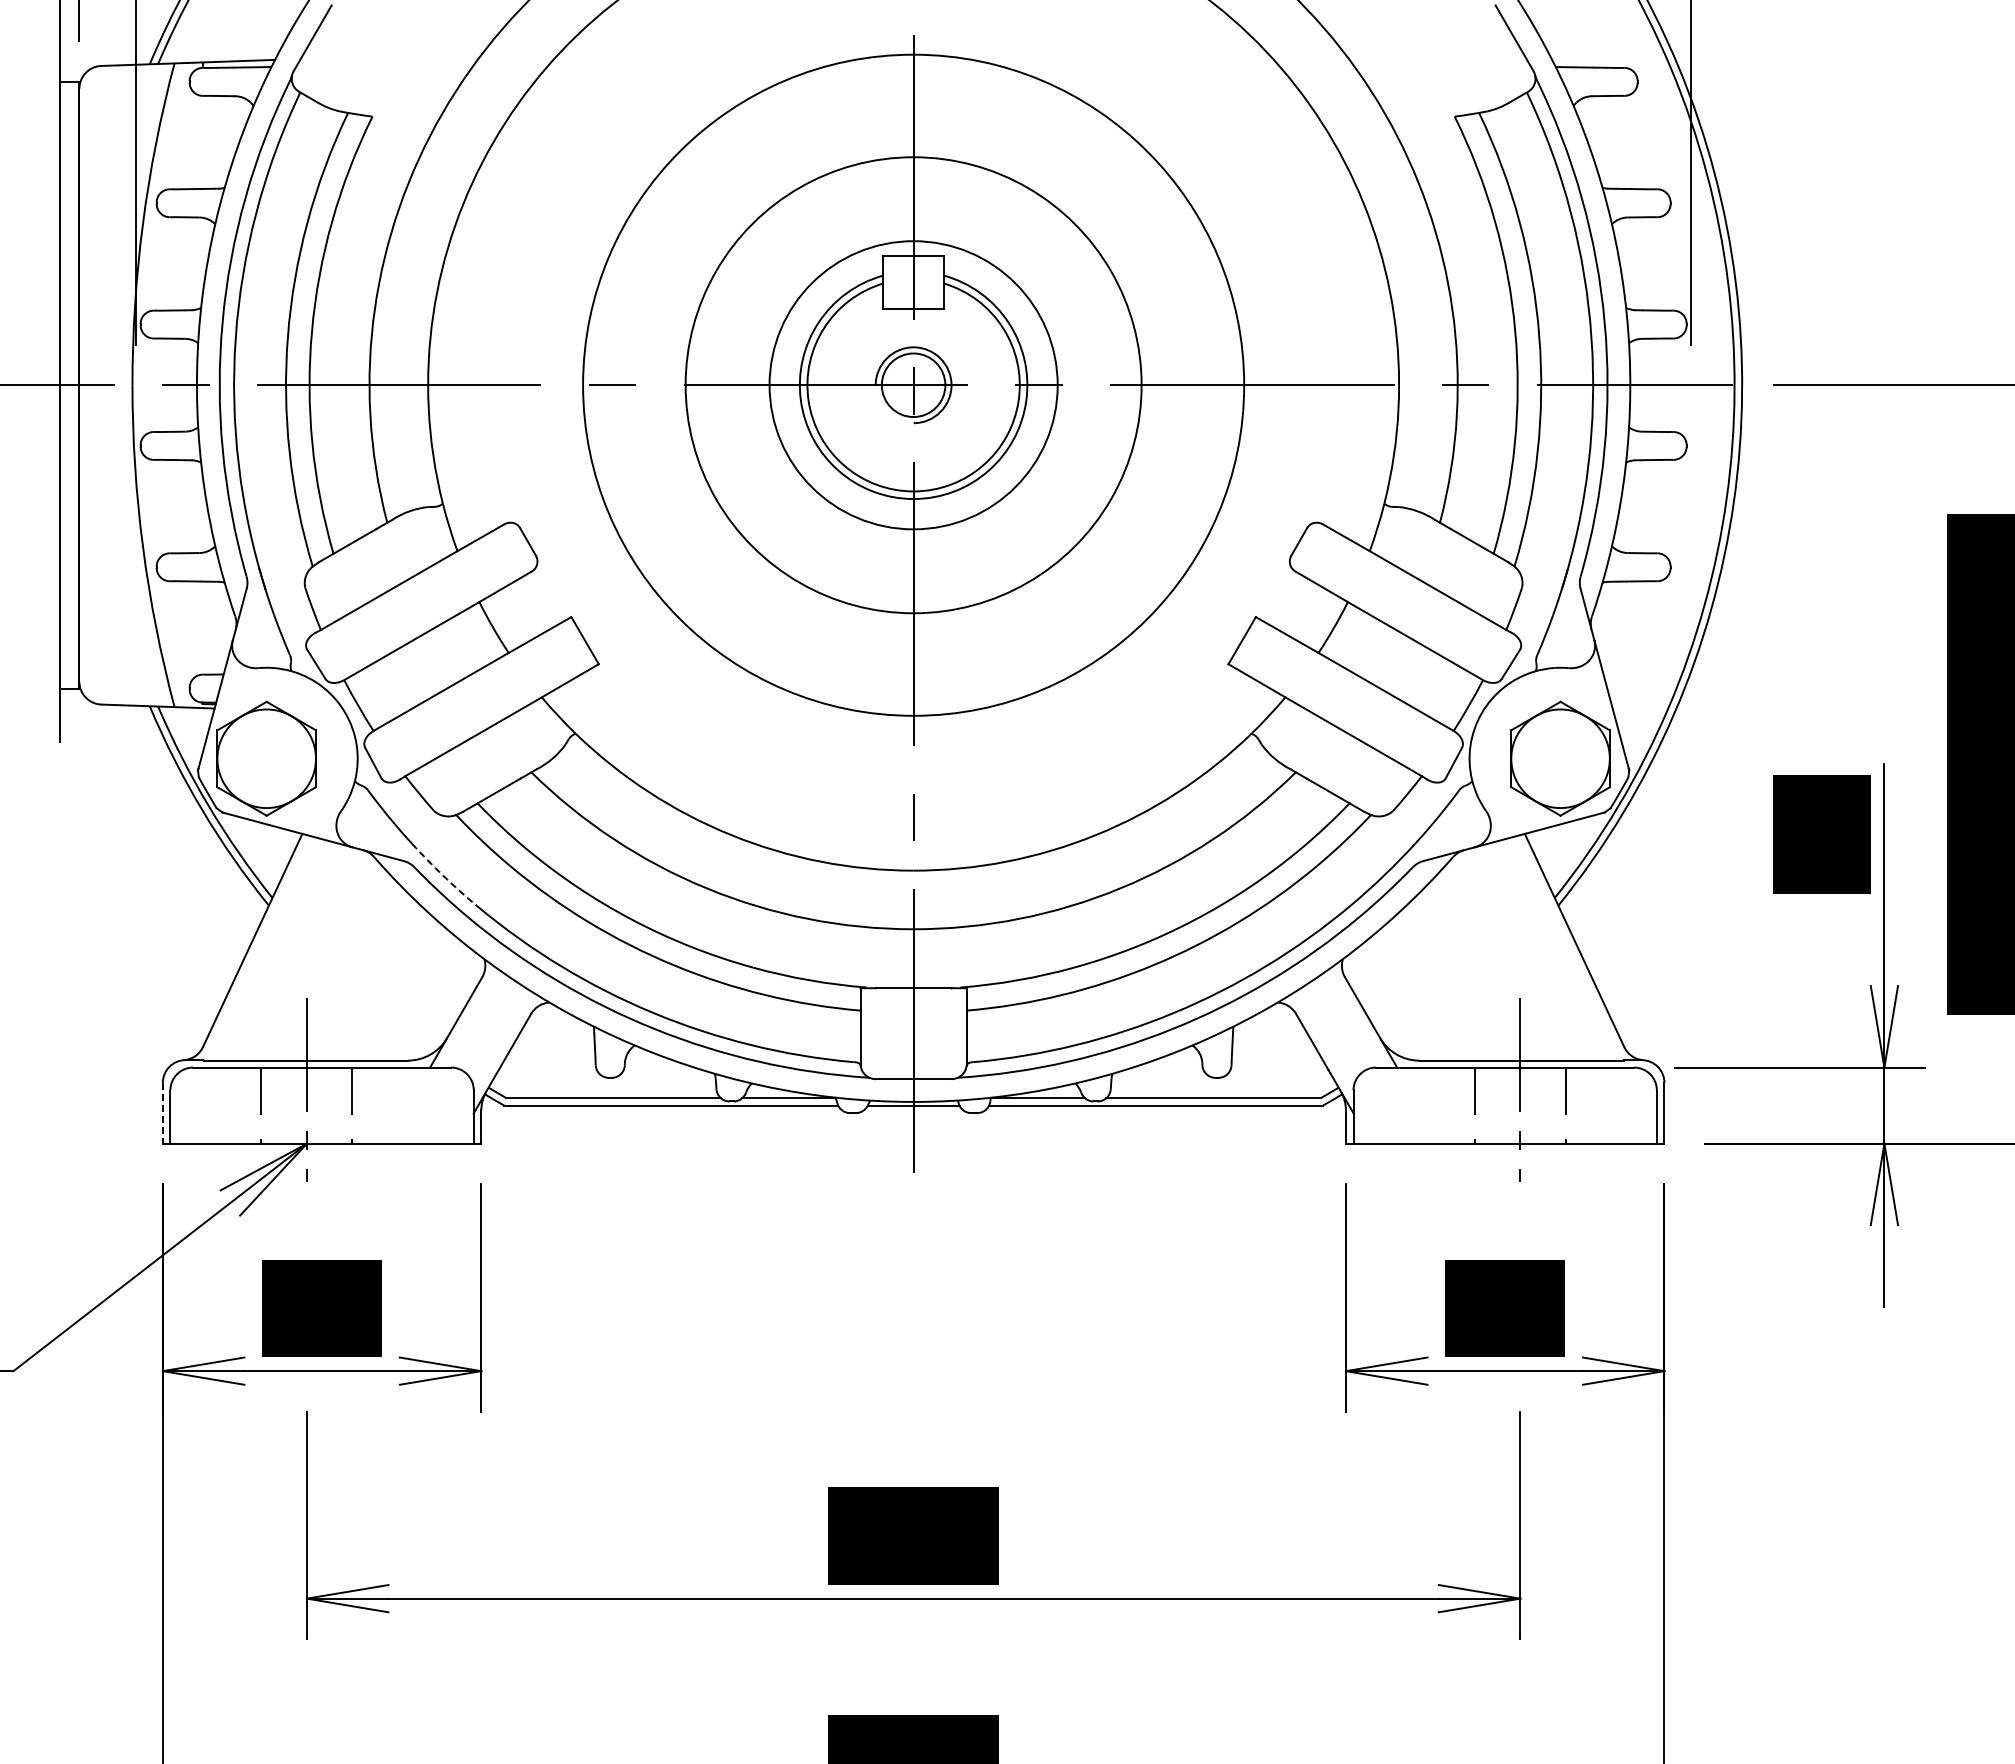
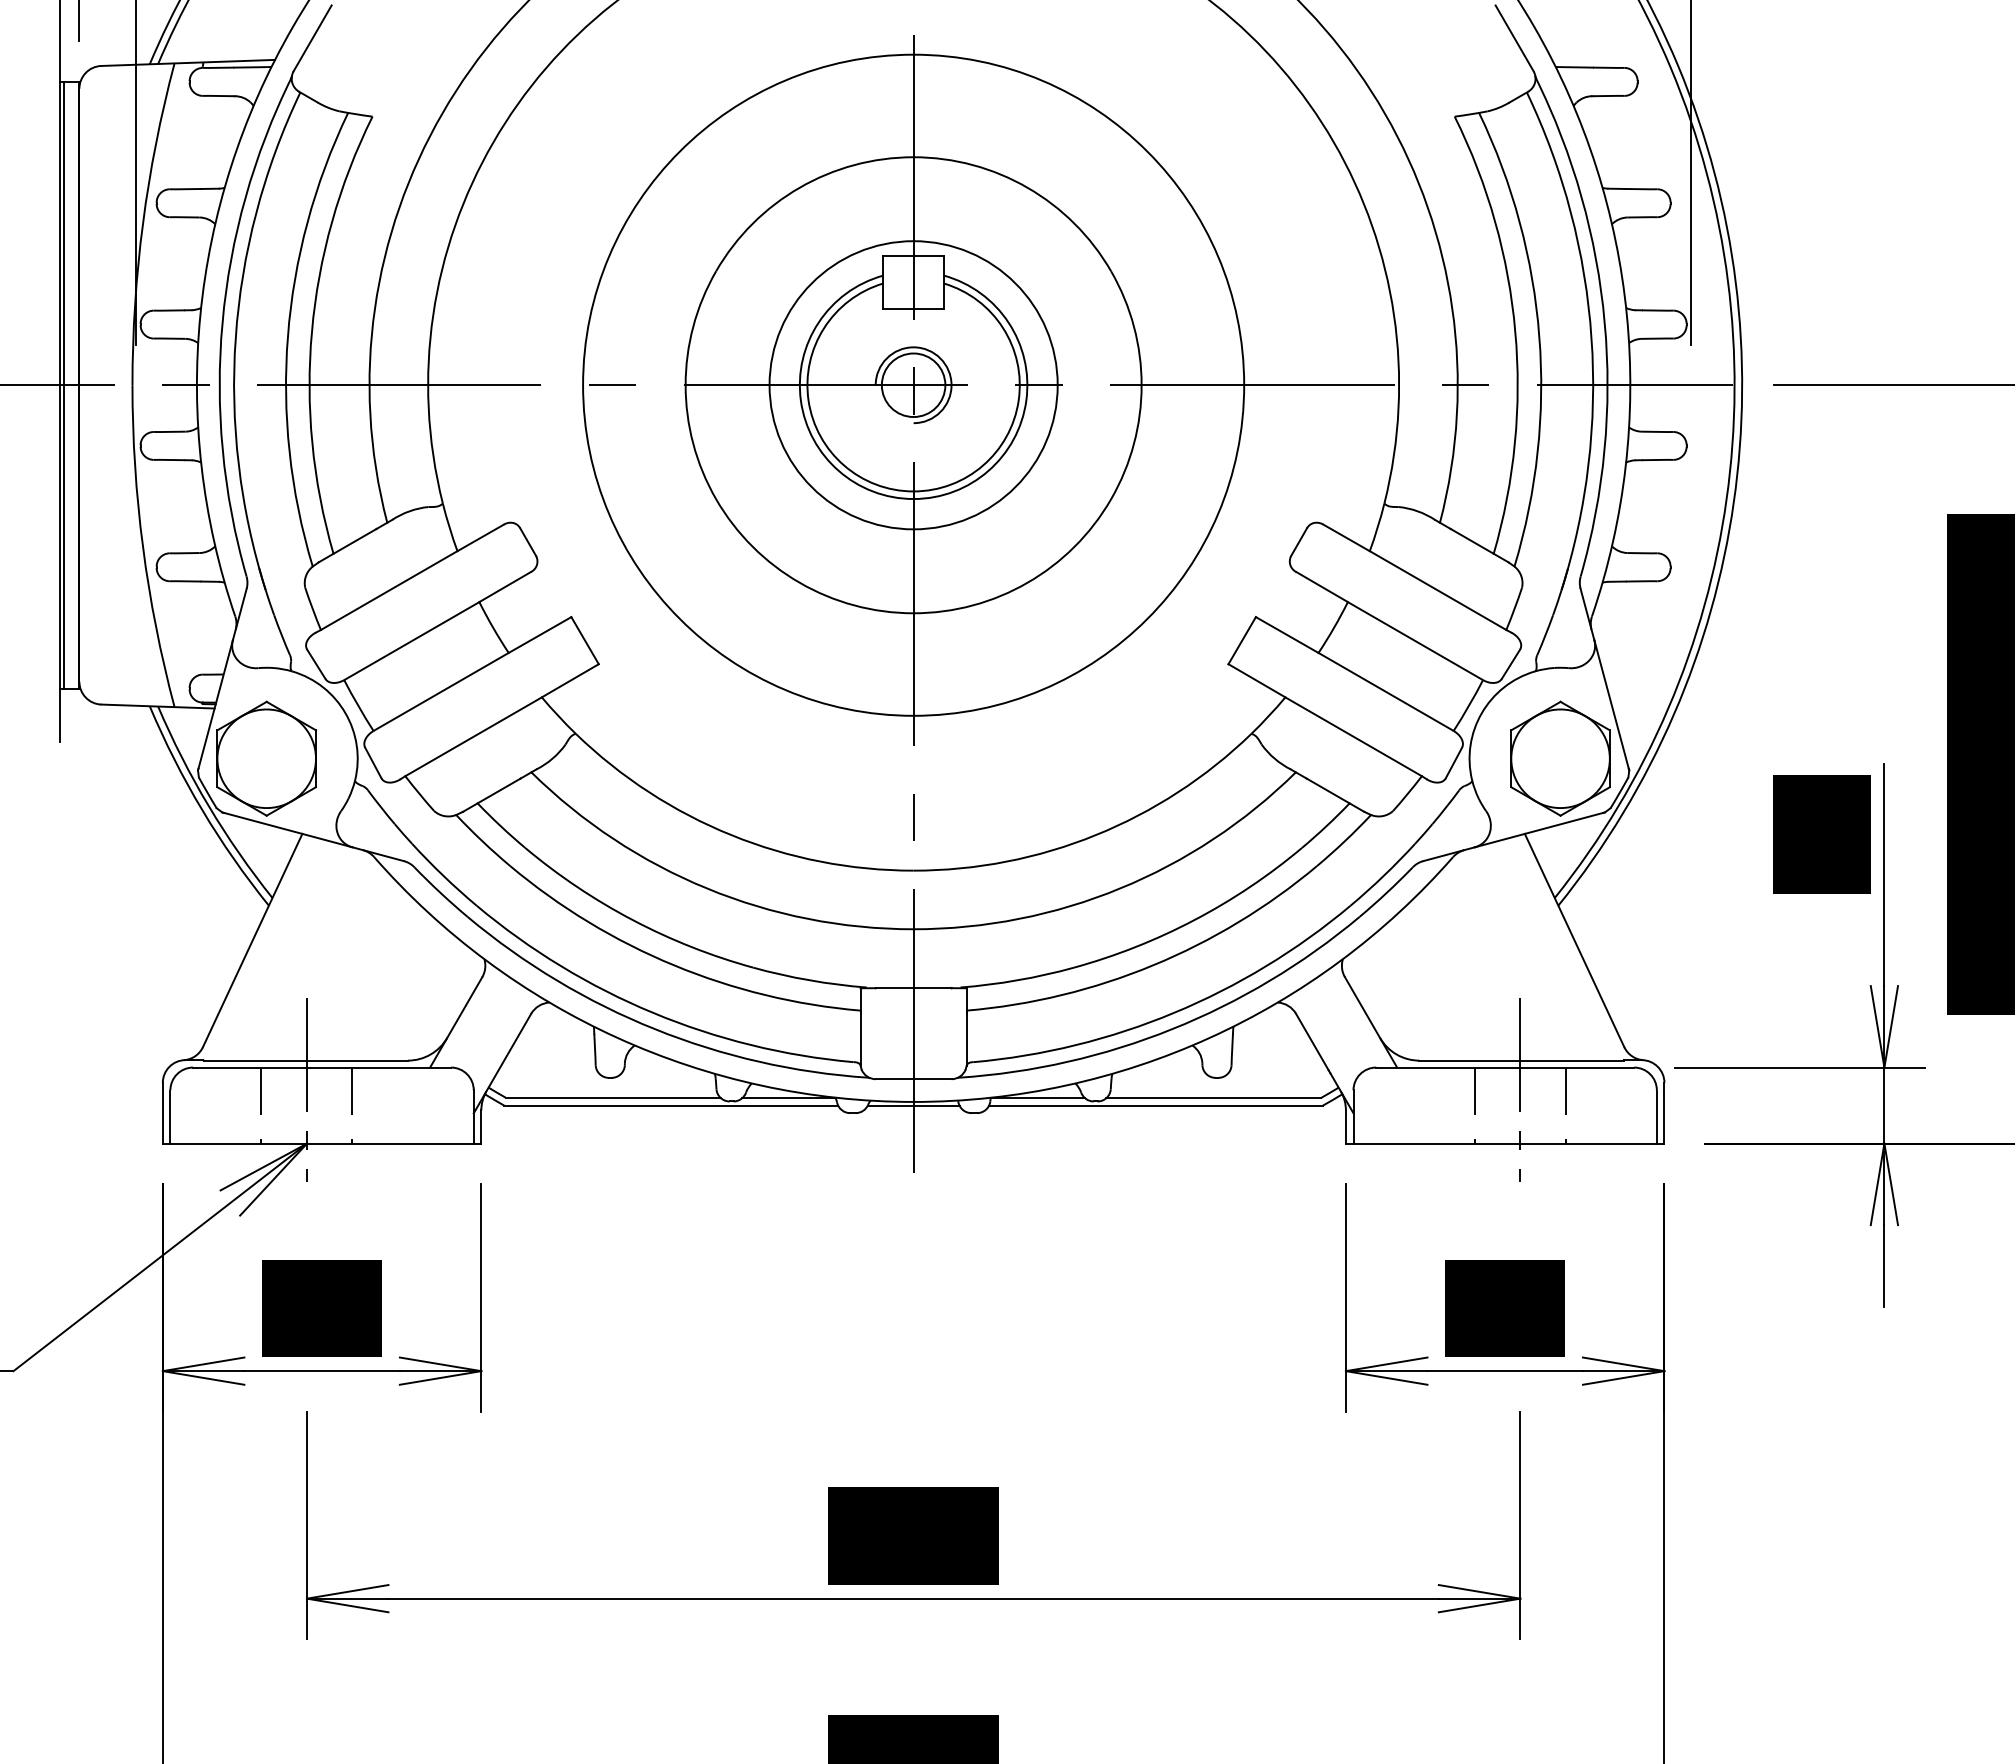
line at (64, 384): none -> present
arc at (443, 875): dashed -> solid
line at (162, 1113): dashed -> solid
